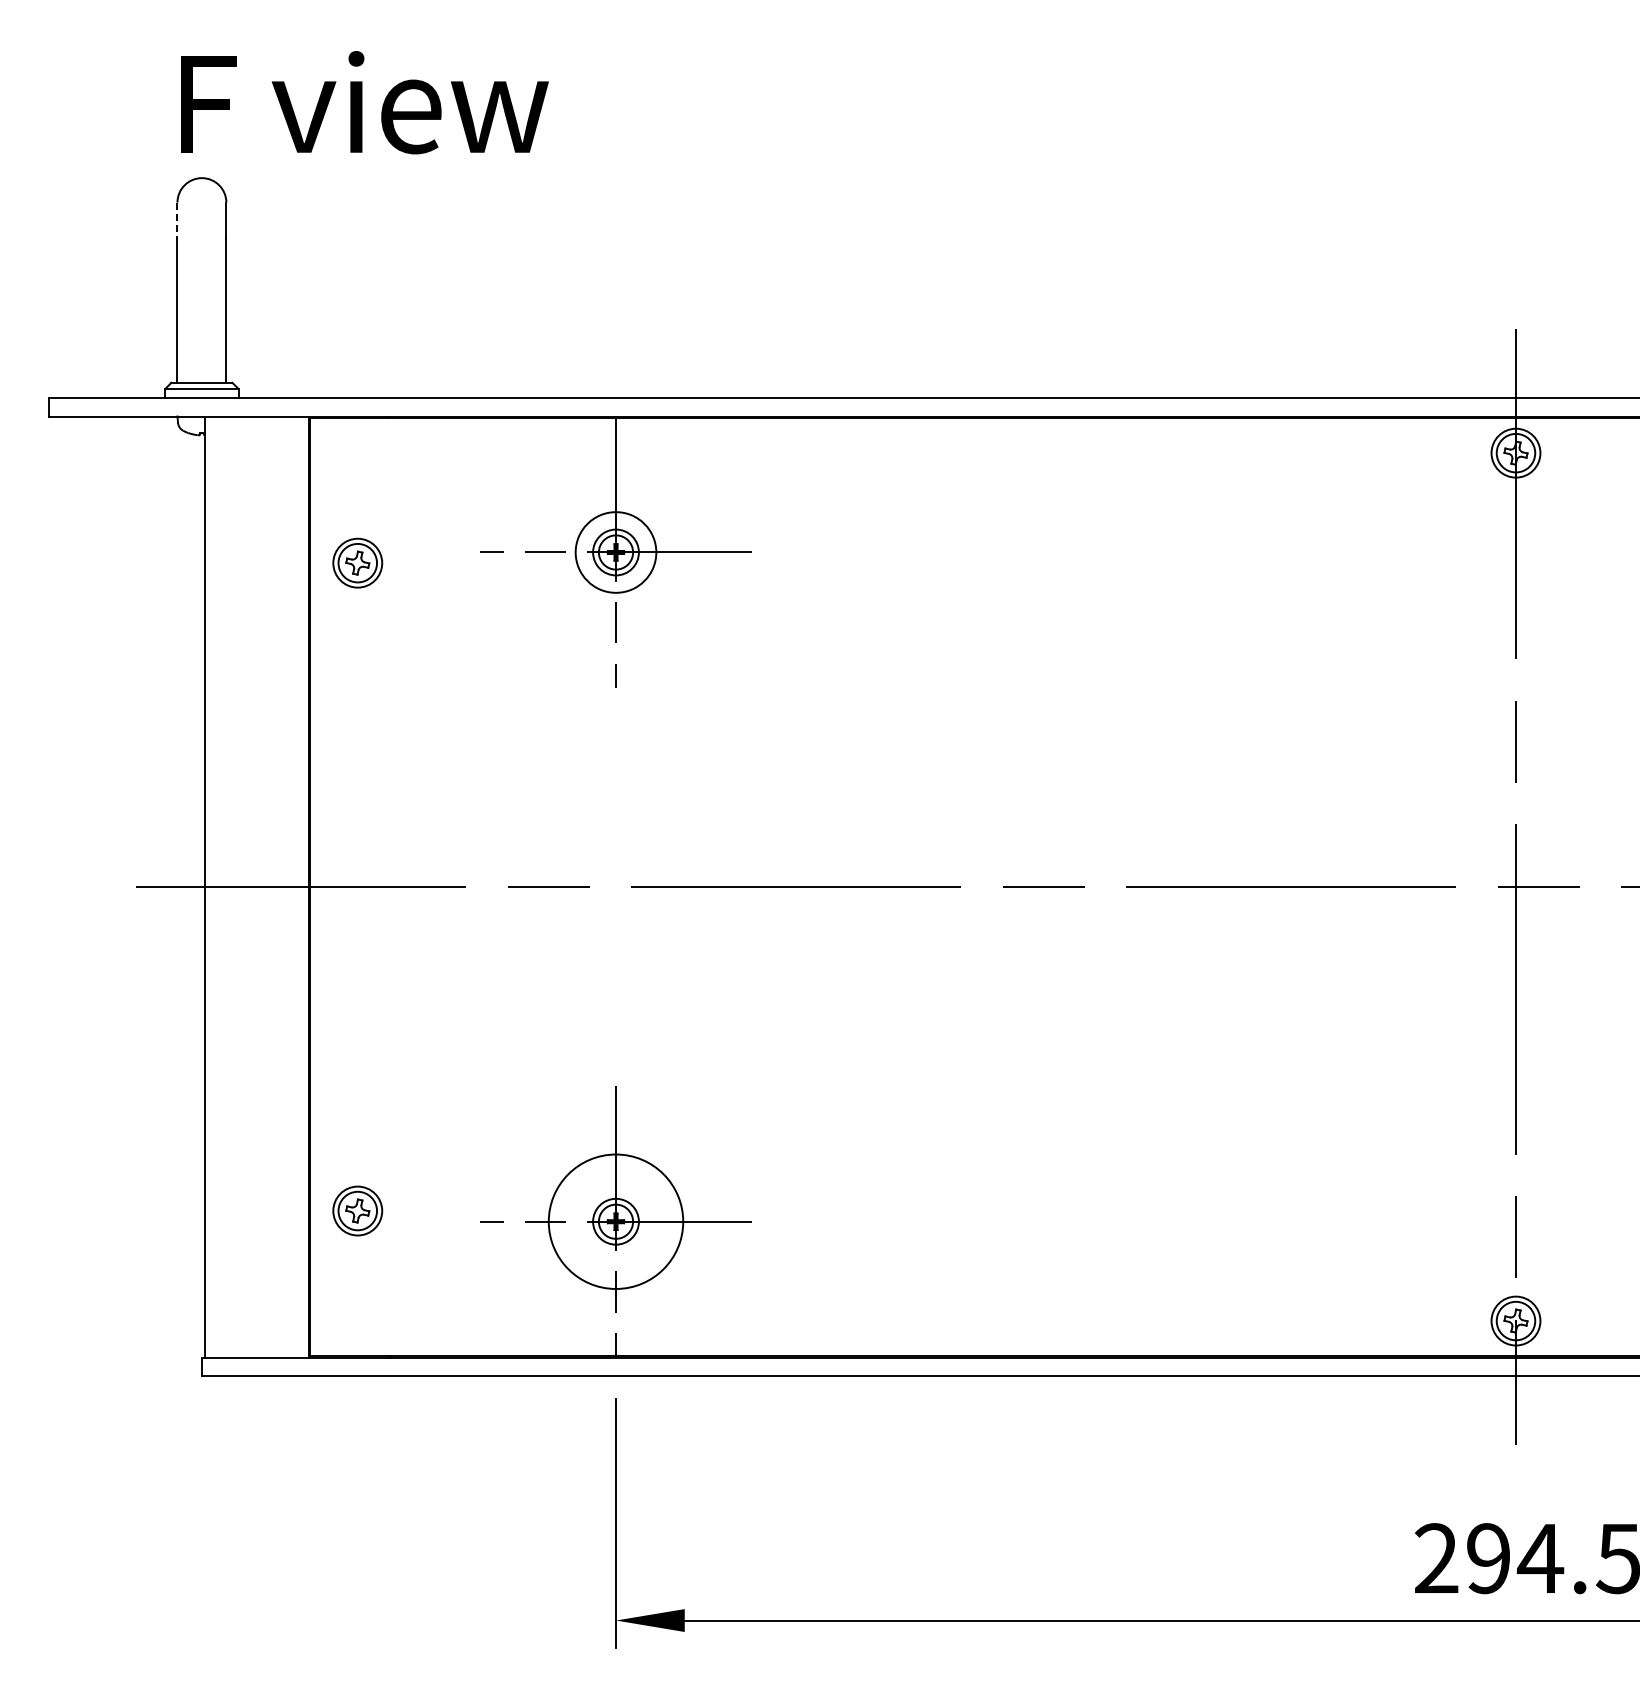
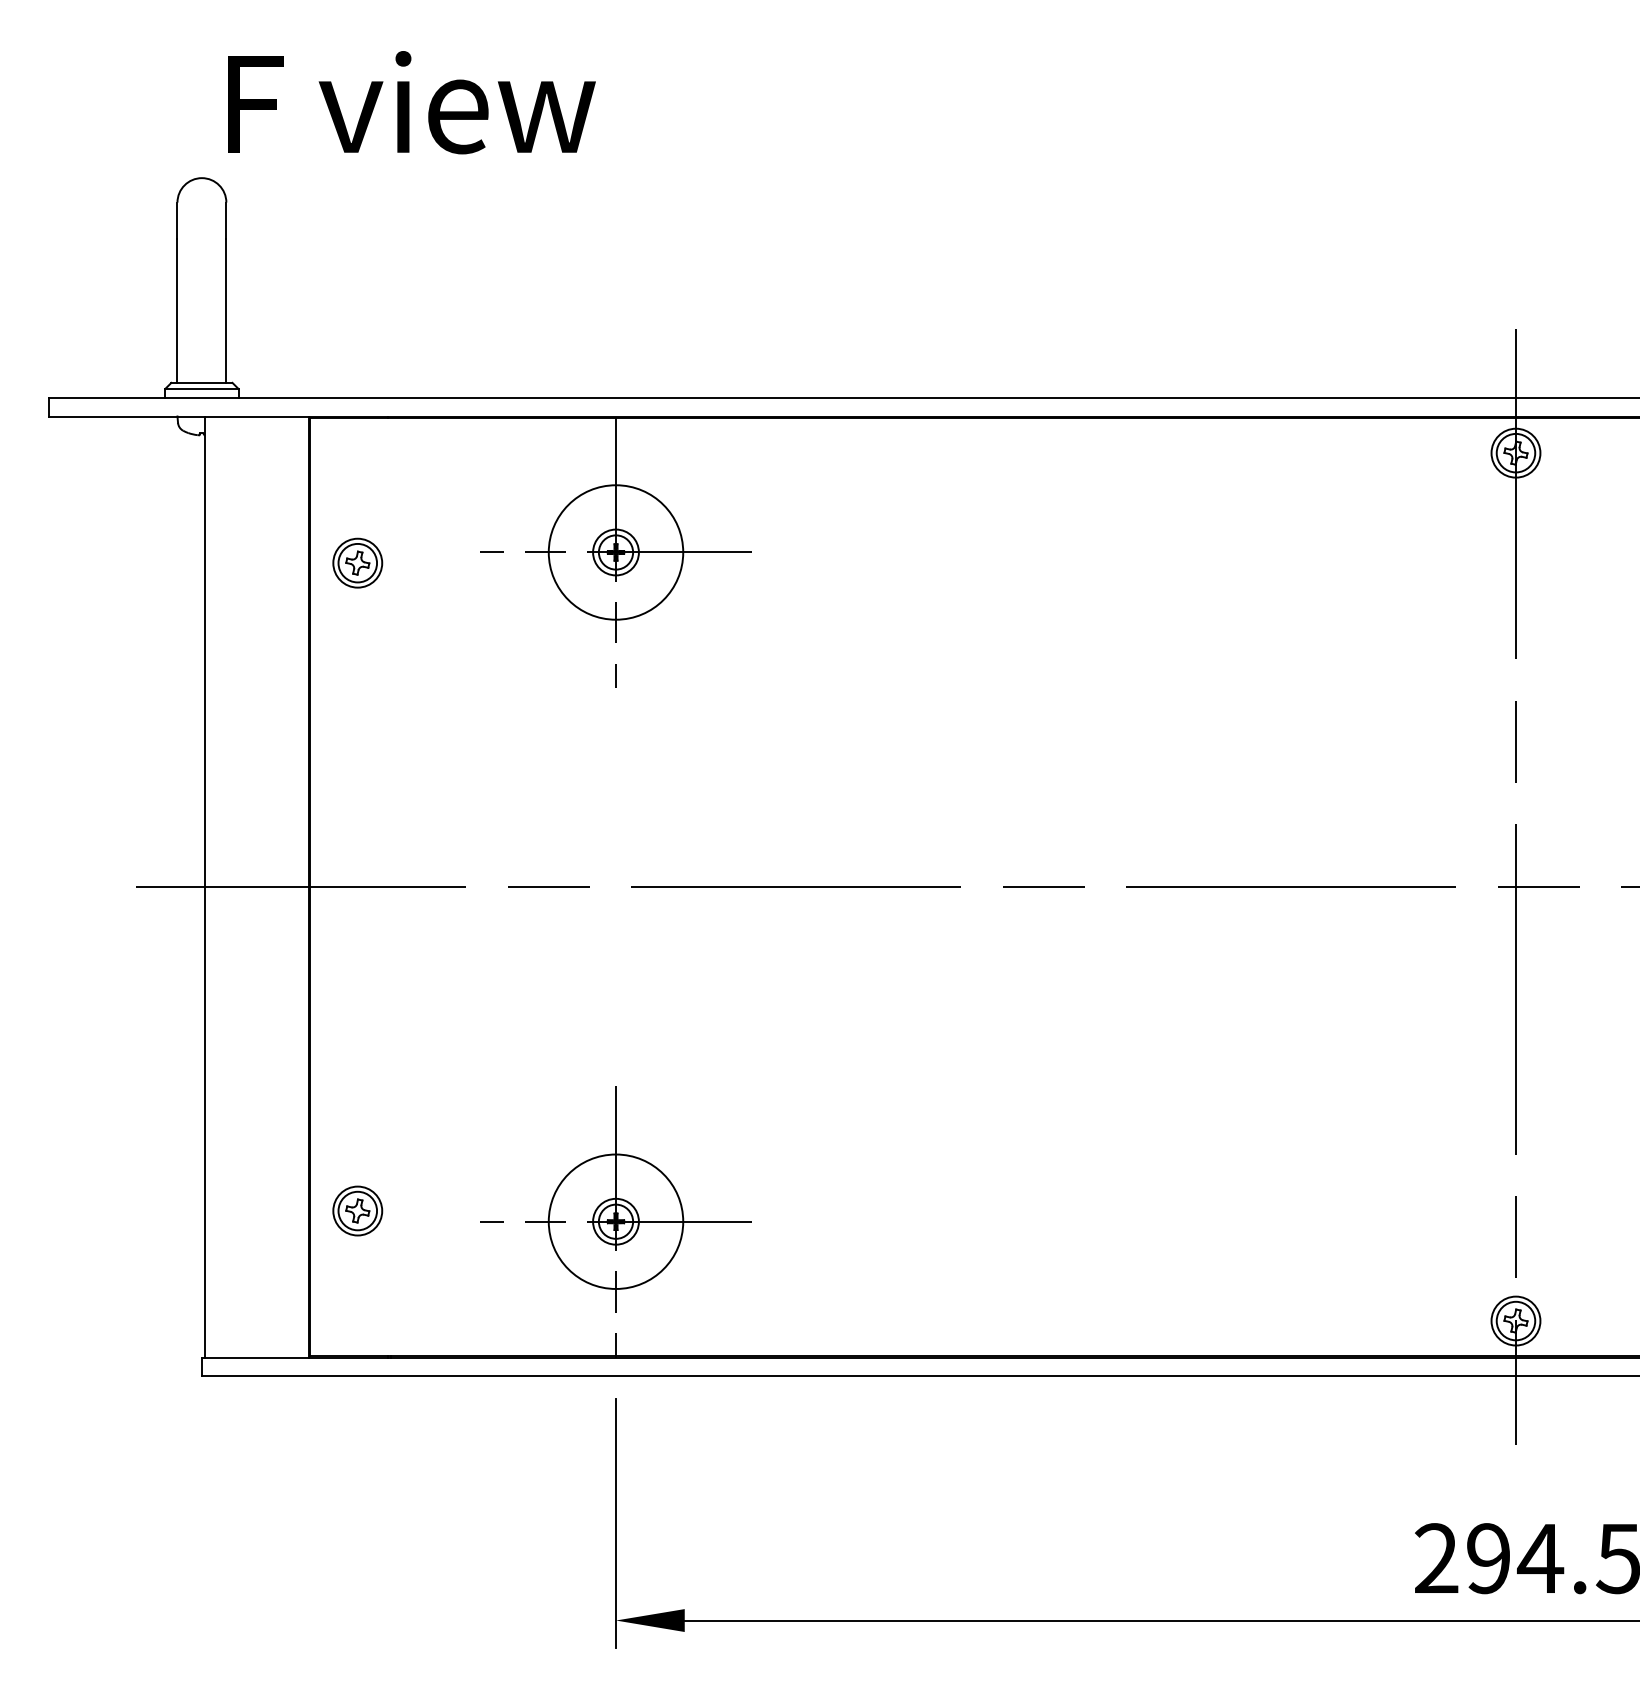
text at (364, 102) position: (364, 102) -> (411, 102)
line at (177, 221): dashed -> solid
circle at (615, 552) diameter: 81 px -> 134 px
